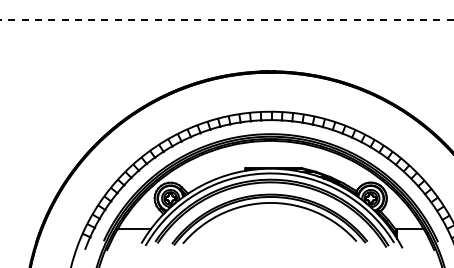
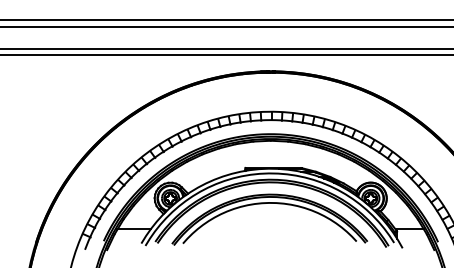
line at (226, 20): dashed -> solid
line at (226, 26): none -> present
line at (226, 49): none -> present
line at (226, 54): none -> present
